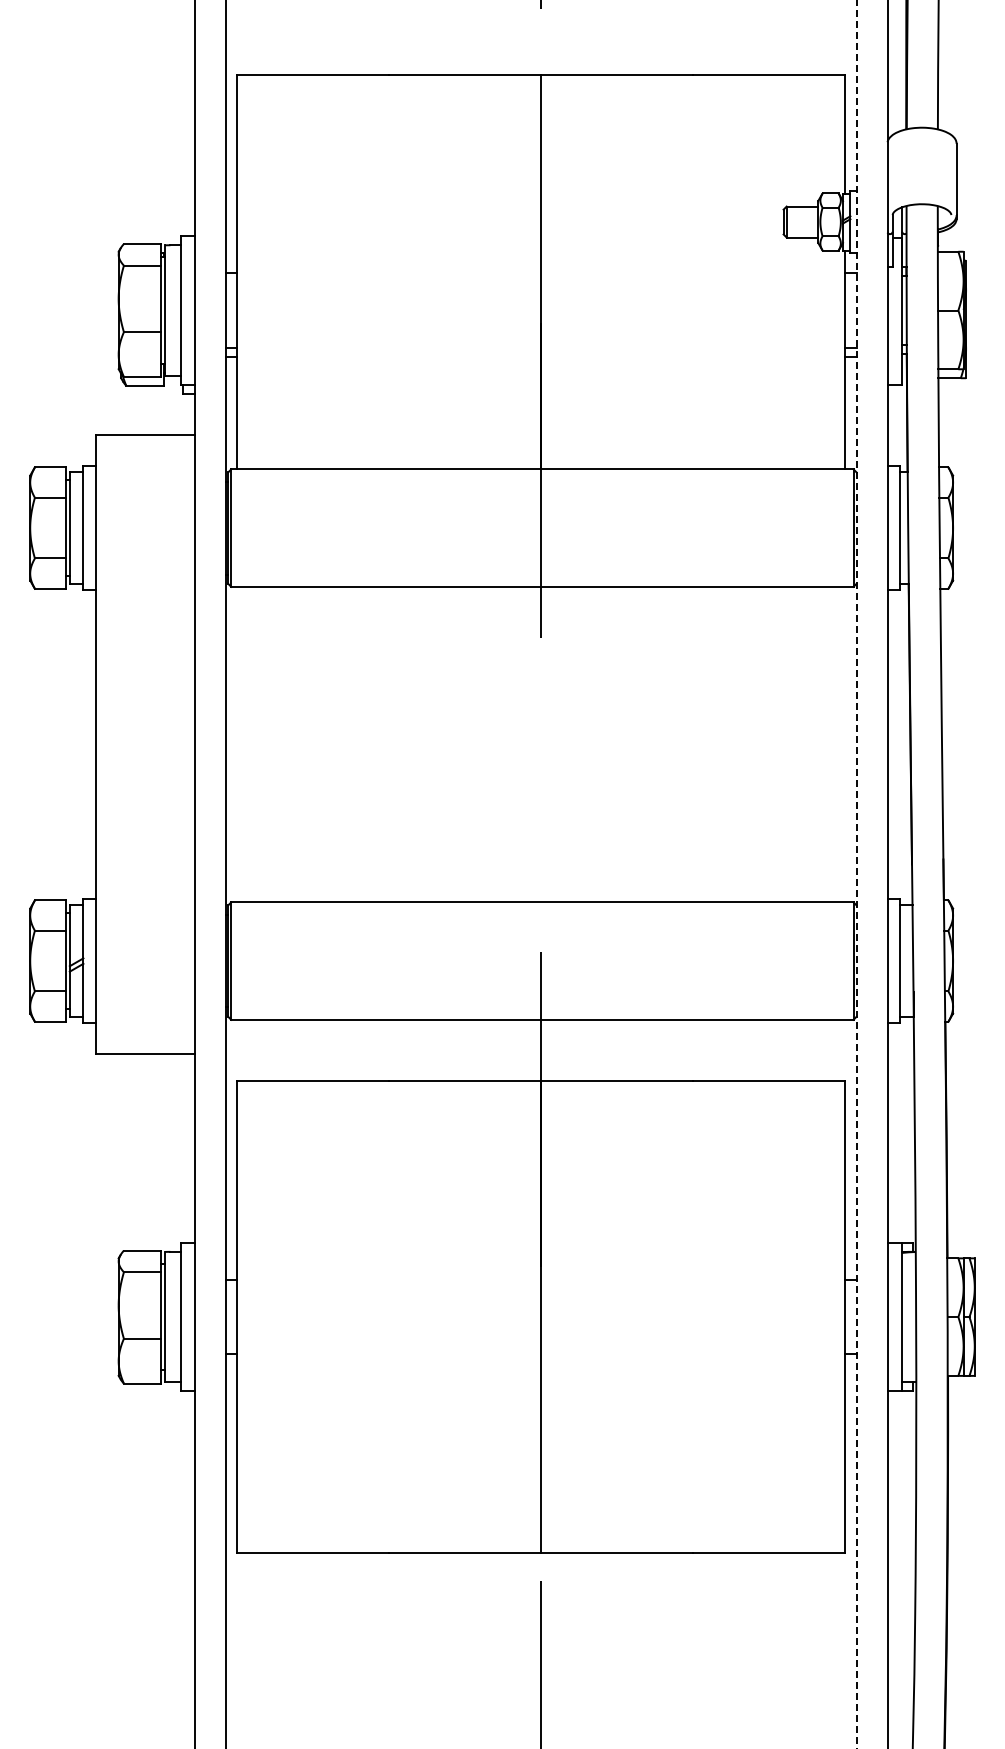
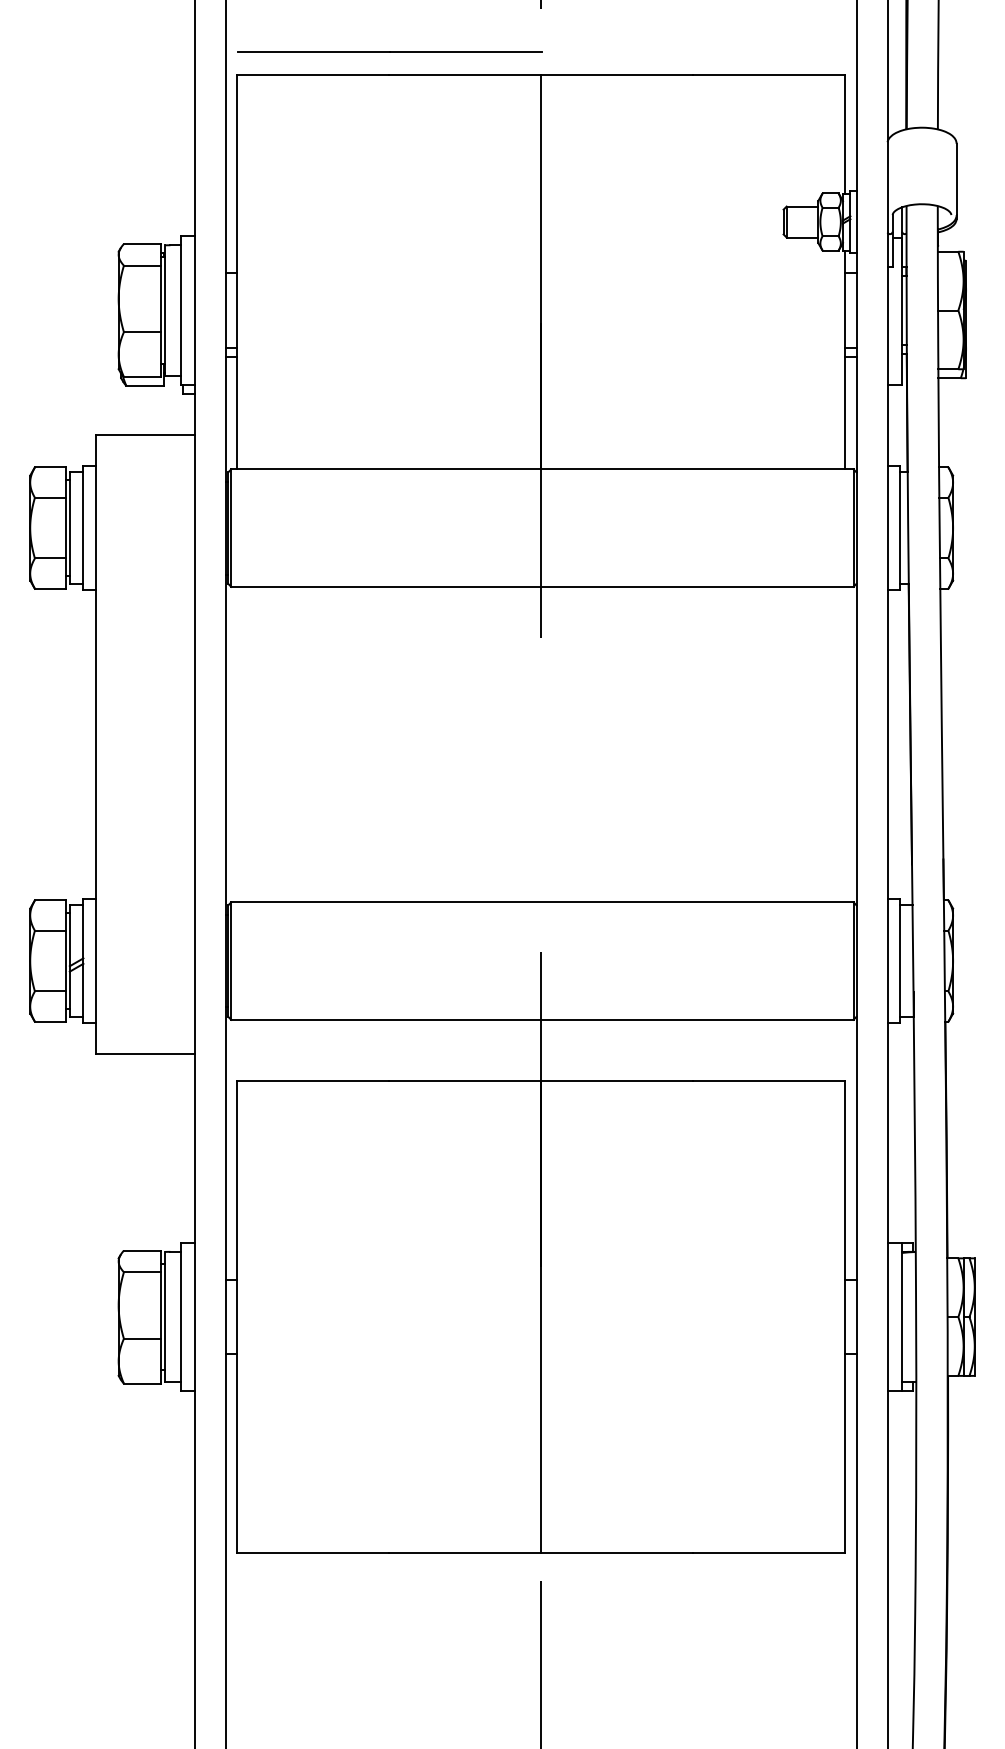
line at (389, 51): none -> present
line at (856, 874): dashed -> solid
